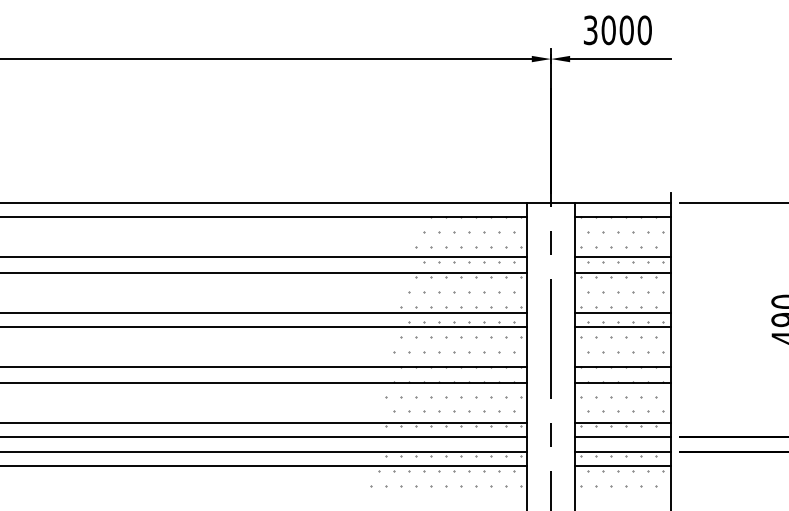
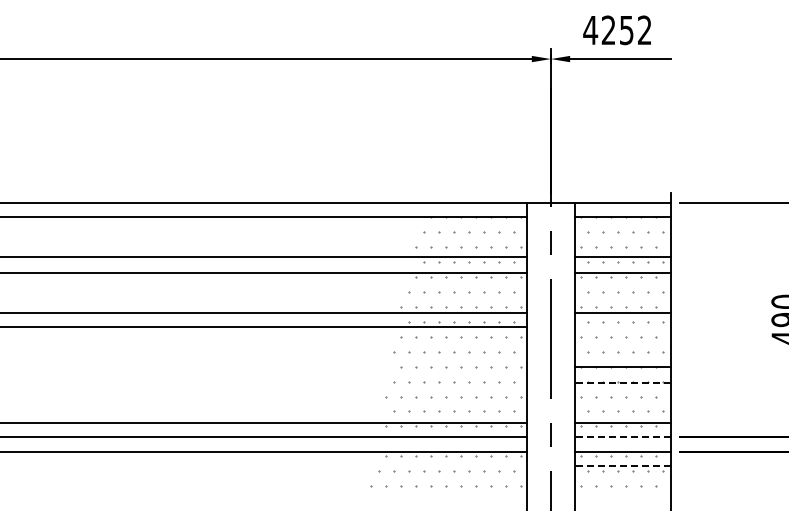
text at (617, 30): 3000 -> 4252
line at (622, 327): present -> none
line at (264, 366): present -> none
line at (264, 383): present -> none
line at (622, 383): solid -> dashed
line at (622, 437): solid -> dashed
line at (264, 465): present -> none
line at (622, 465): solid -> dashed
